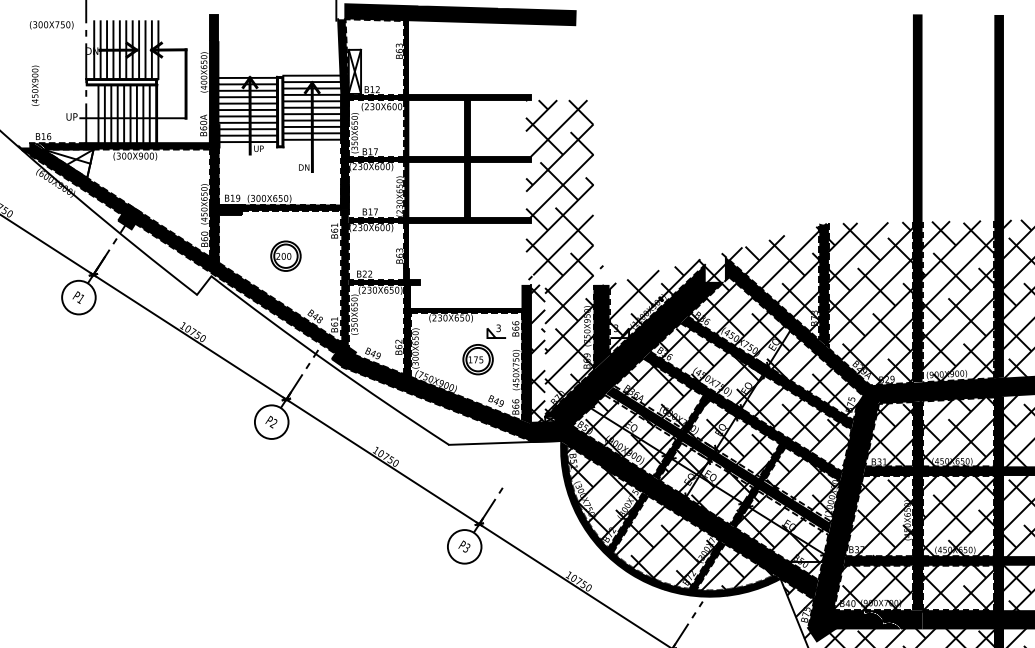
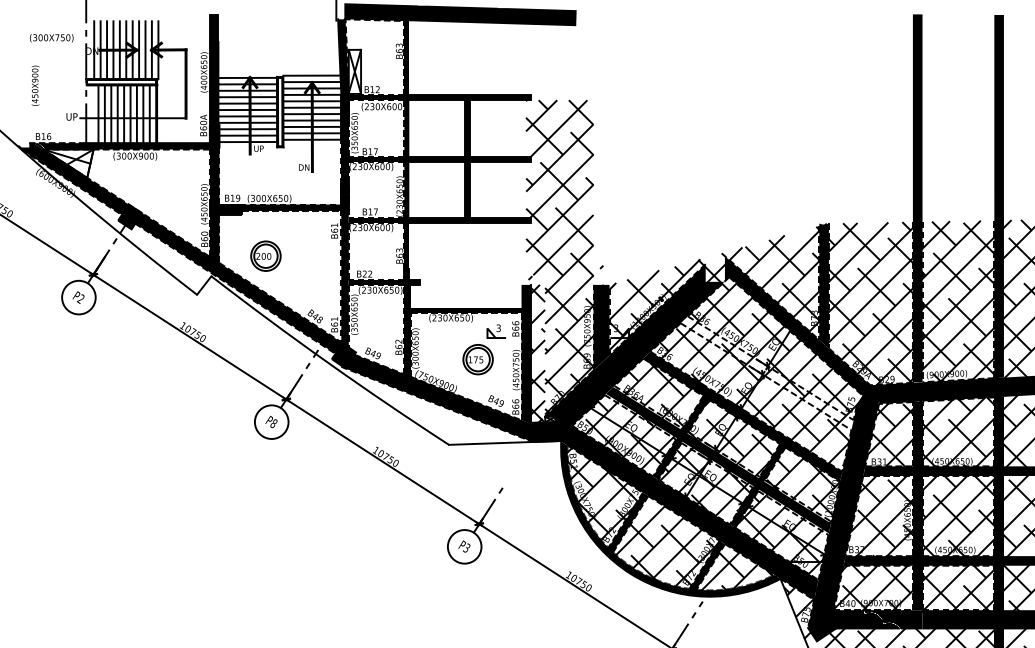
text at (51, 25) position: (51, 25) -> (51, 38)
part at (285, 255) position: (285, 255) -> (265, 255)
text at (80, 298): P1 -> P2
fill at (766, 373): present -> none
text at (273, 423): P2 -> P8
